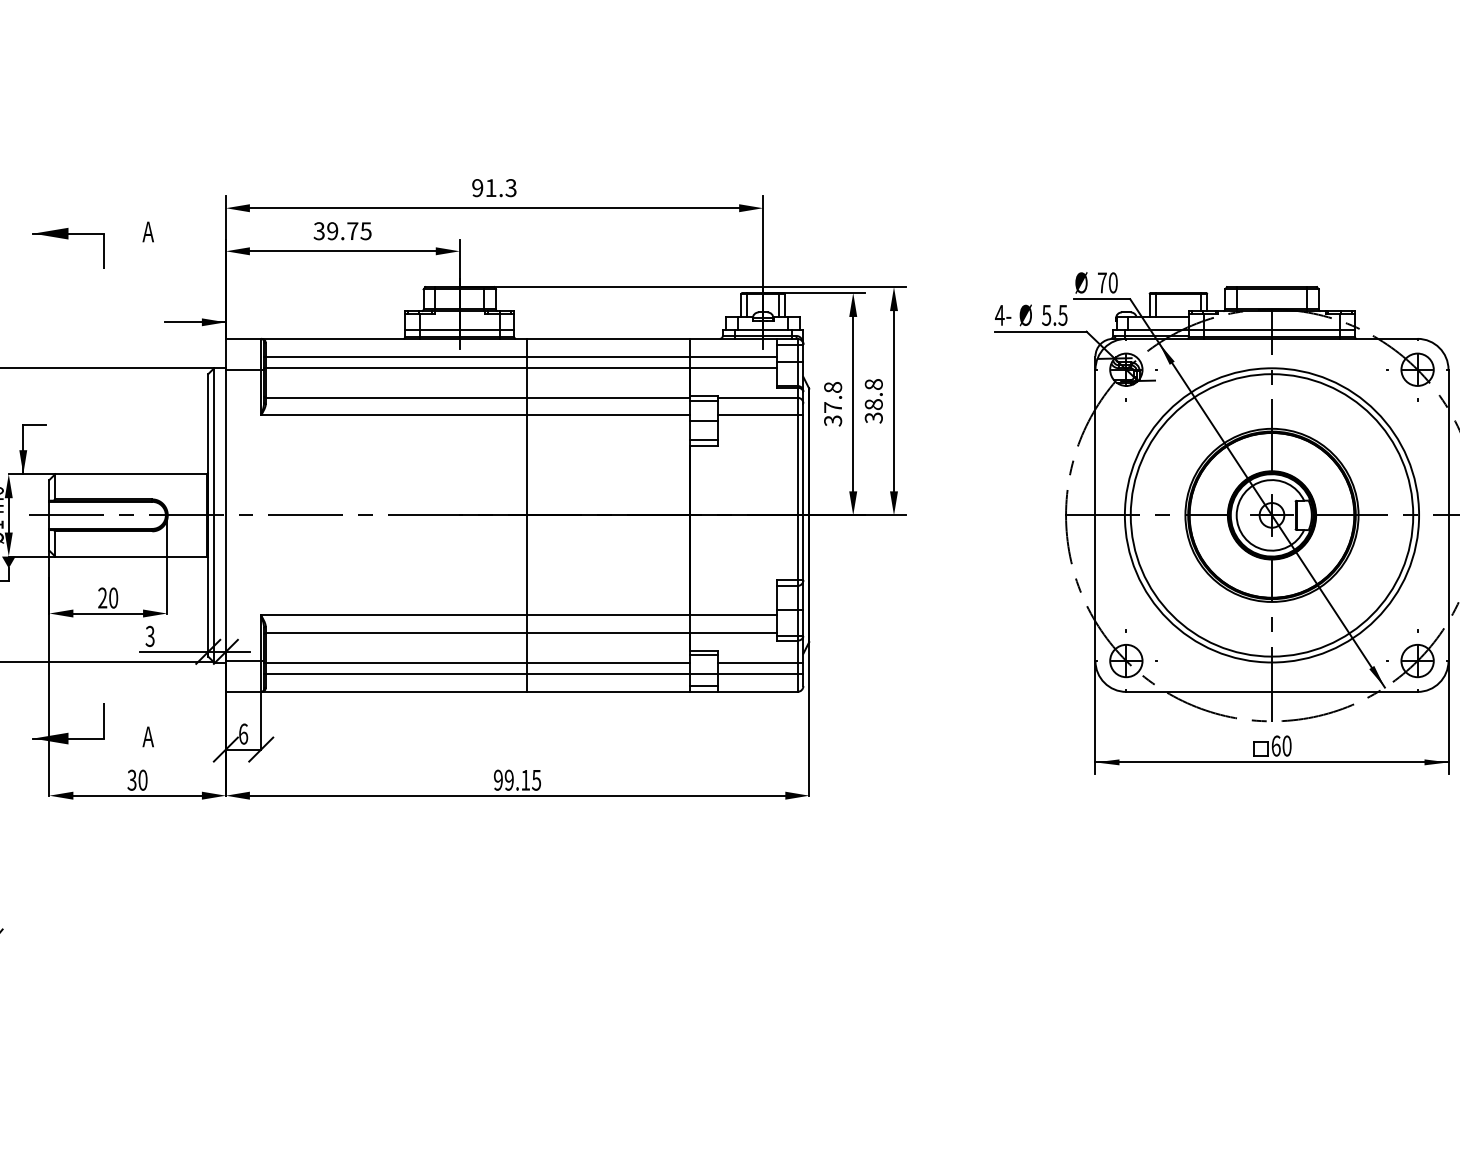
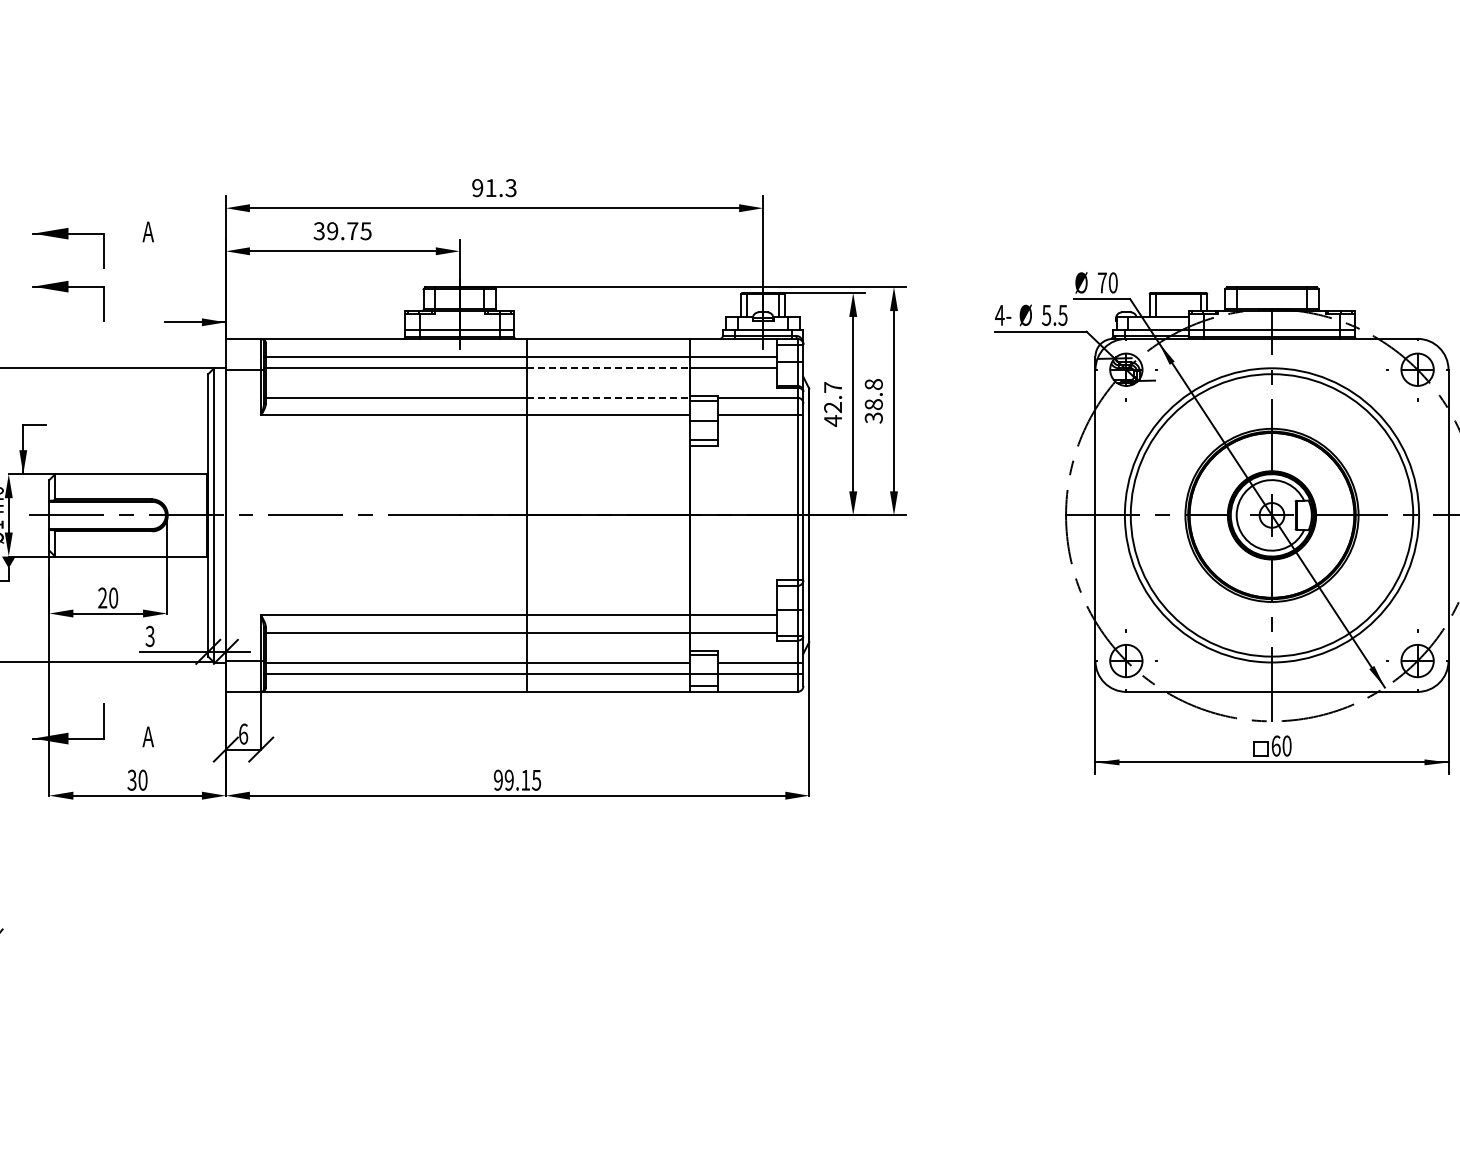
part at (68, 292): none -> present
line at (608, 368): solid -> dashed
line at (608, 397): solid -> dashed
text at (833, 403): 37.8 -> 42.7
